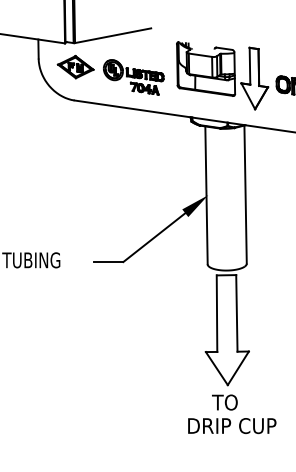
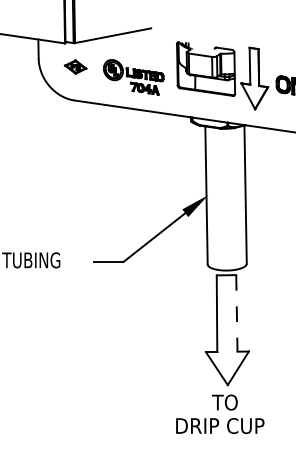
part at (75, 66) size: 39x26 px -> 25x16 px
line at (236, 313): solid -> dashed
text at (232, 426) position: (232, 426) -> (220, 426)
